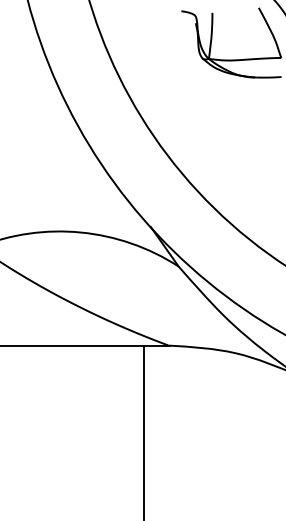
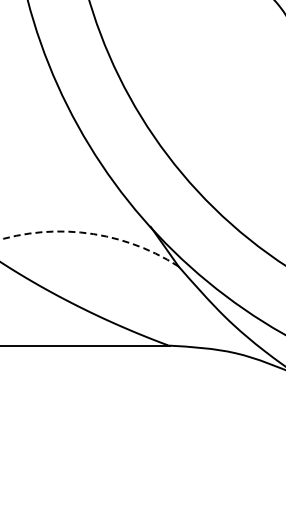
part at (231, 59): present -> none
arc at (91, 233): solid -> dashed
line at (143, 431): present -> none
